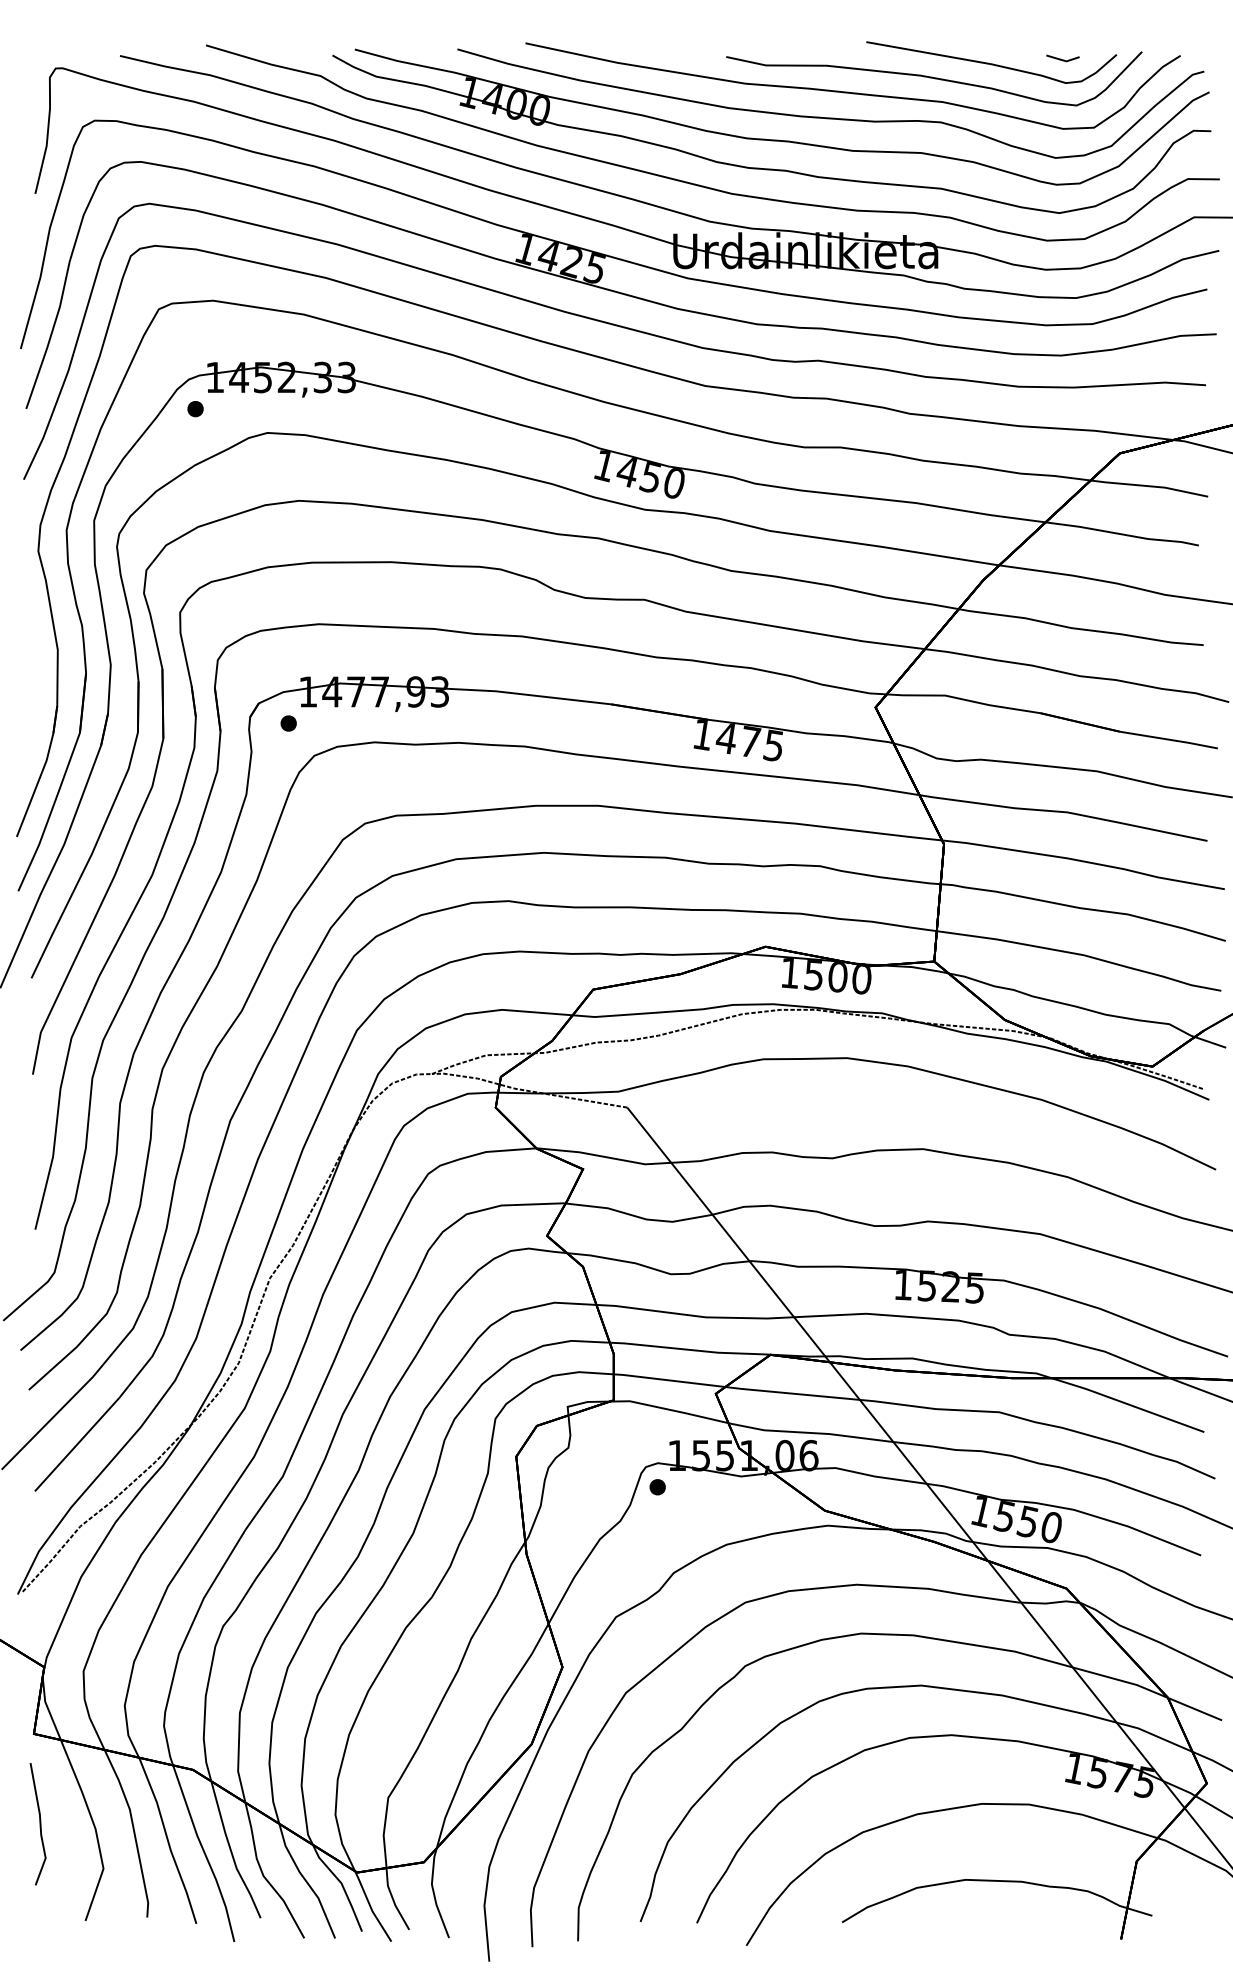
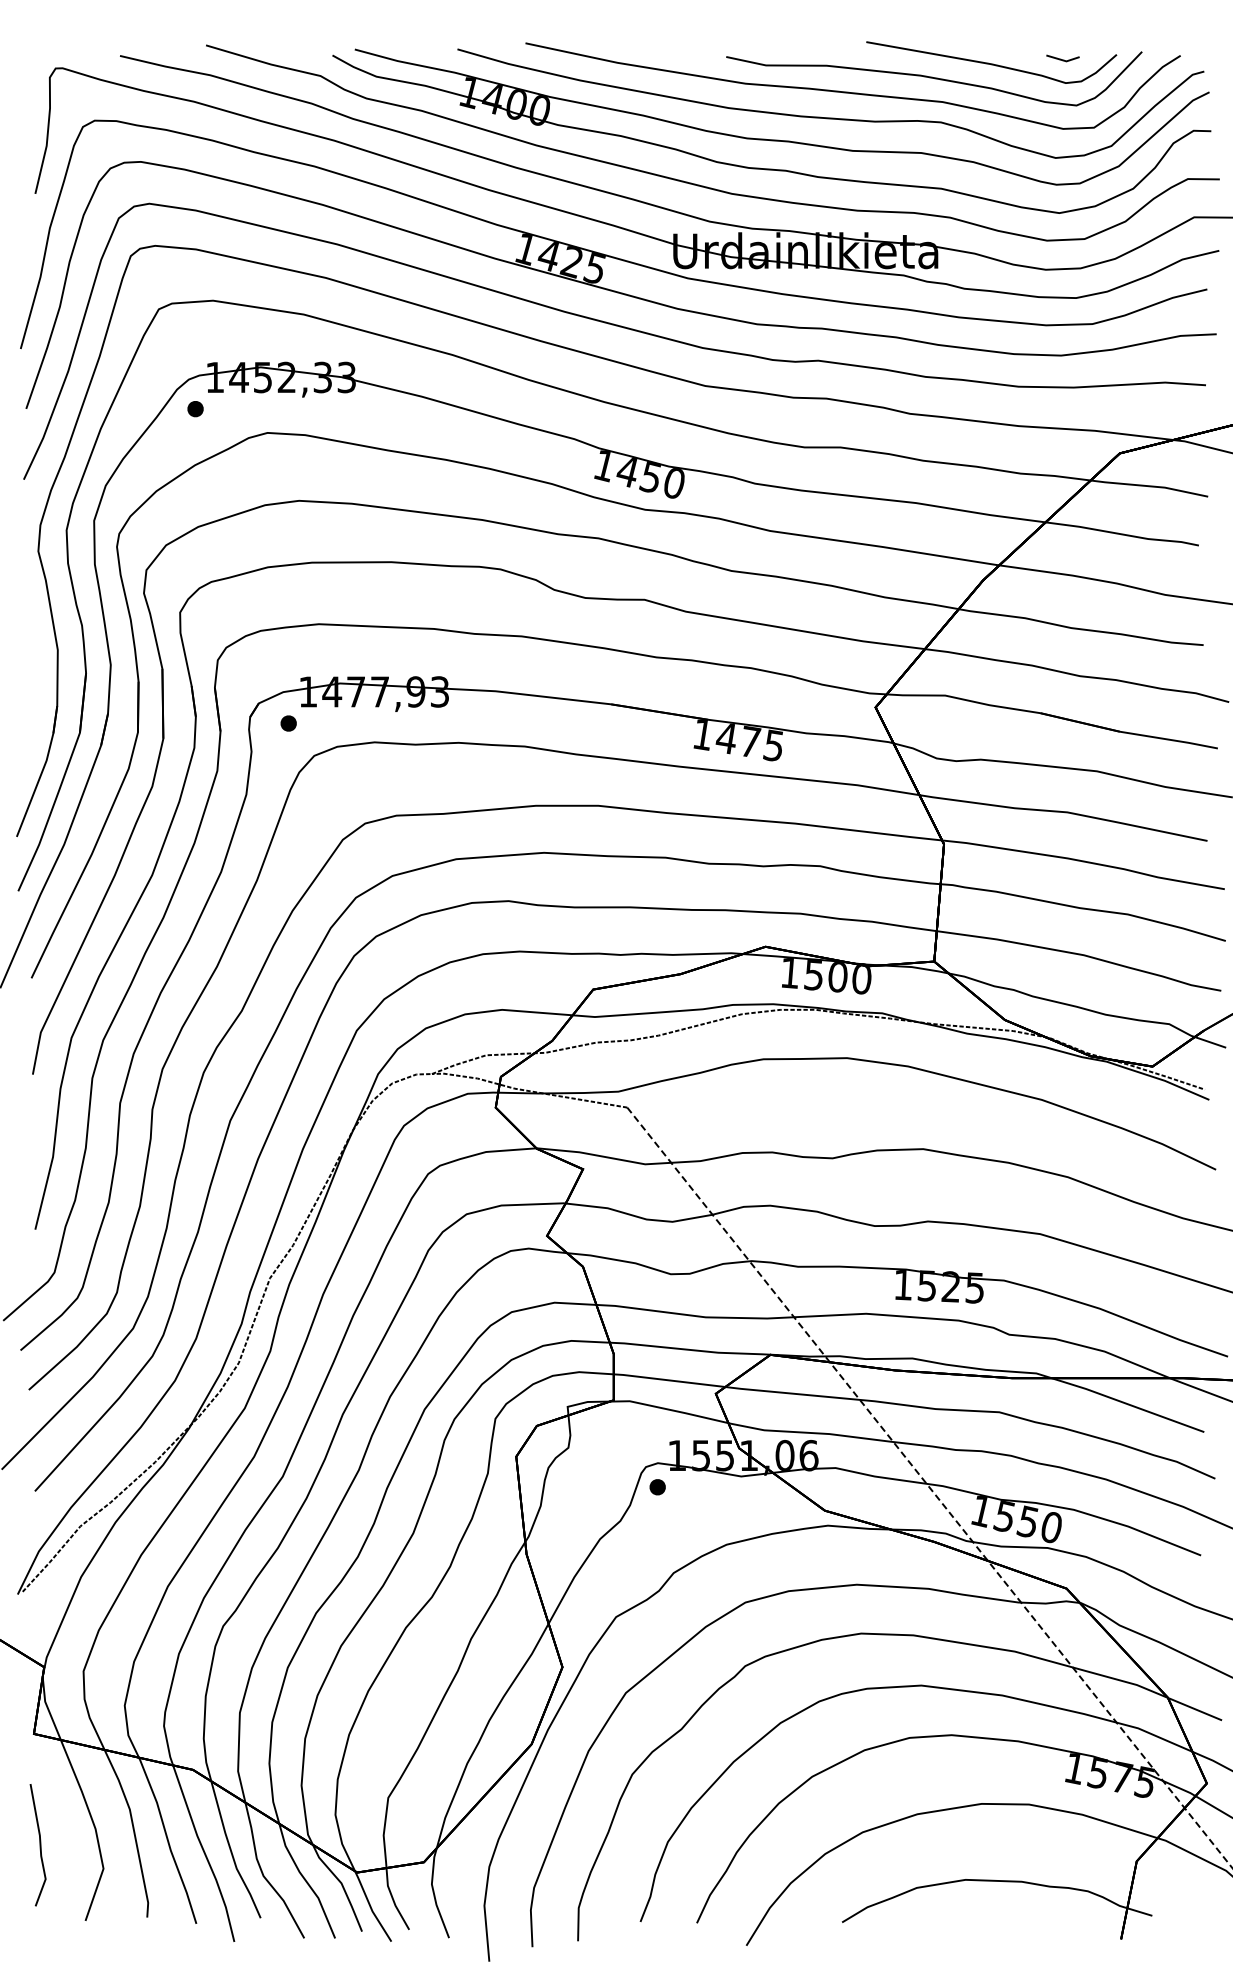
line at (930, 1488): solid -> dashed
line at (39, 1824) position: (39, 1824) -> (39, 1845)
